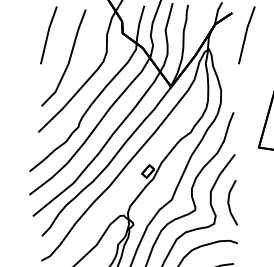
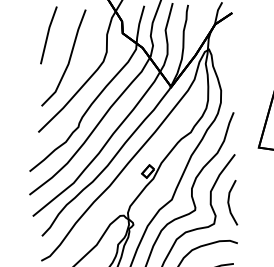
line at (246, 35): present -> none
